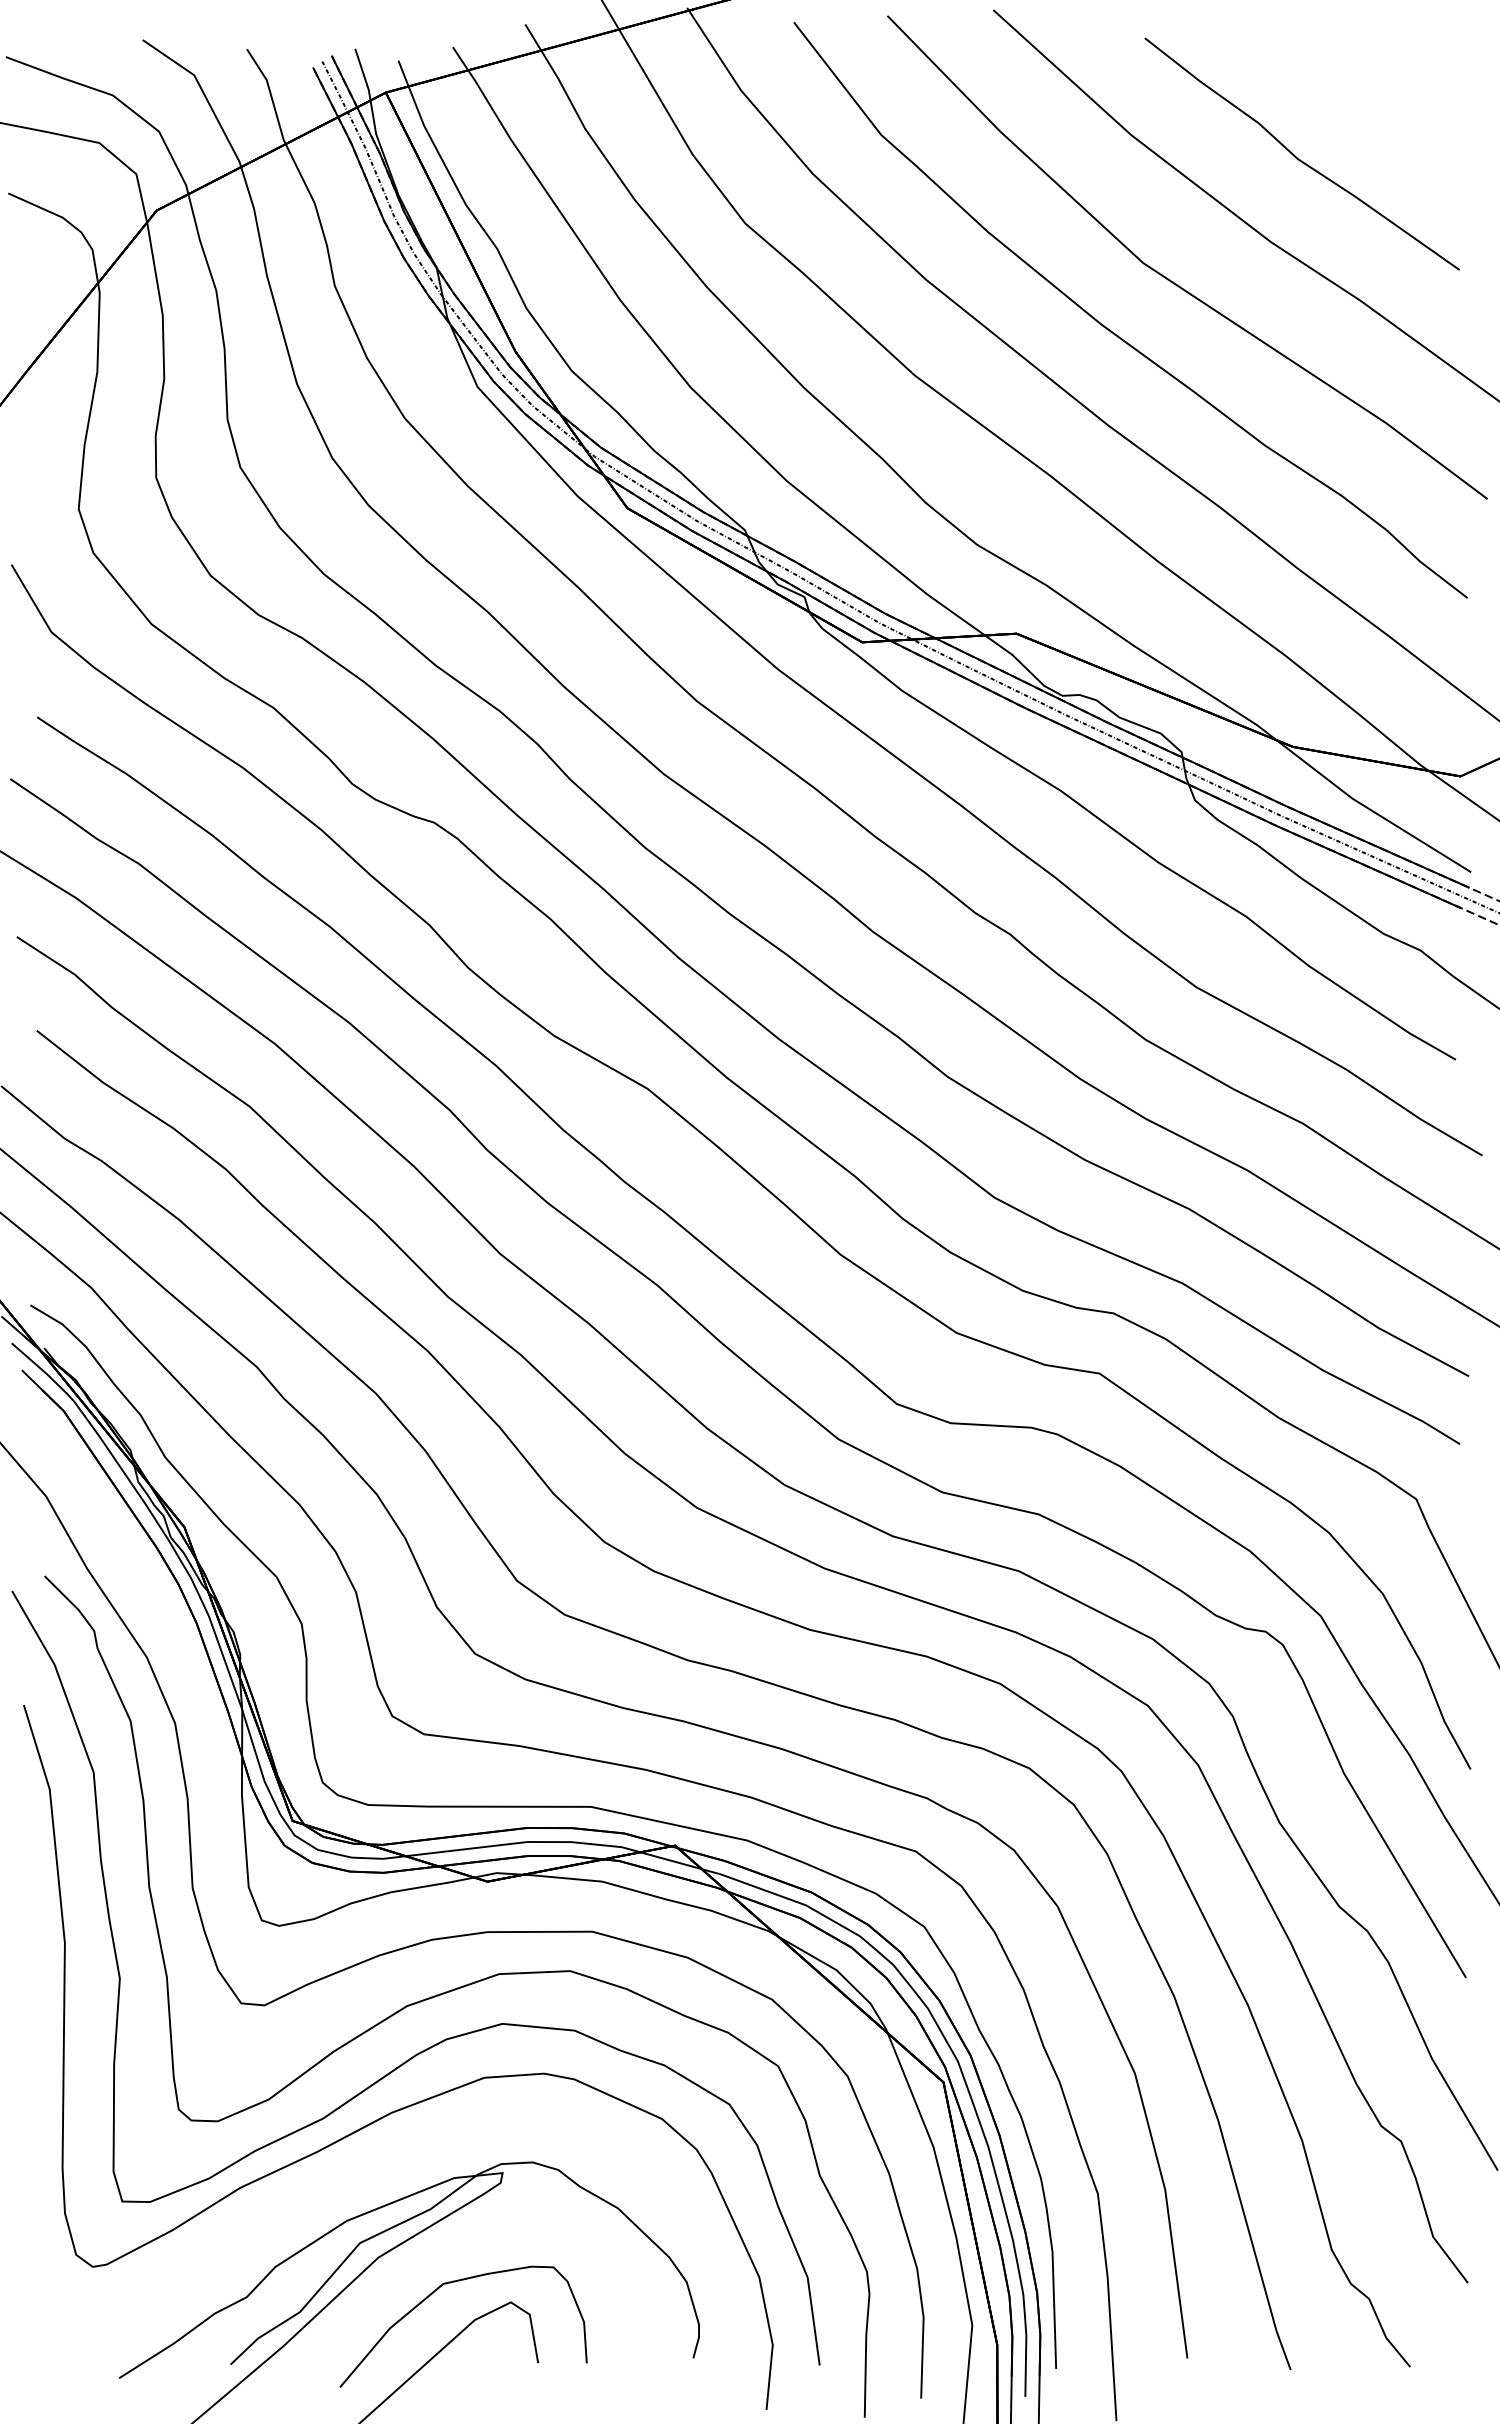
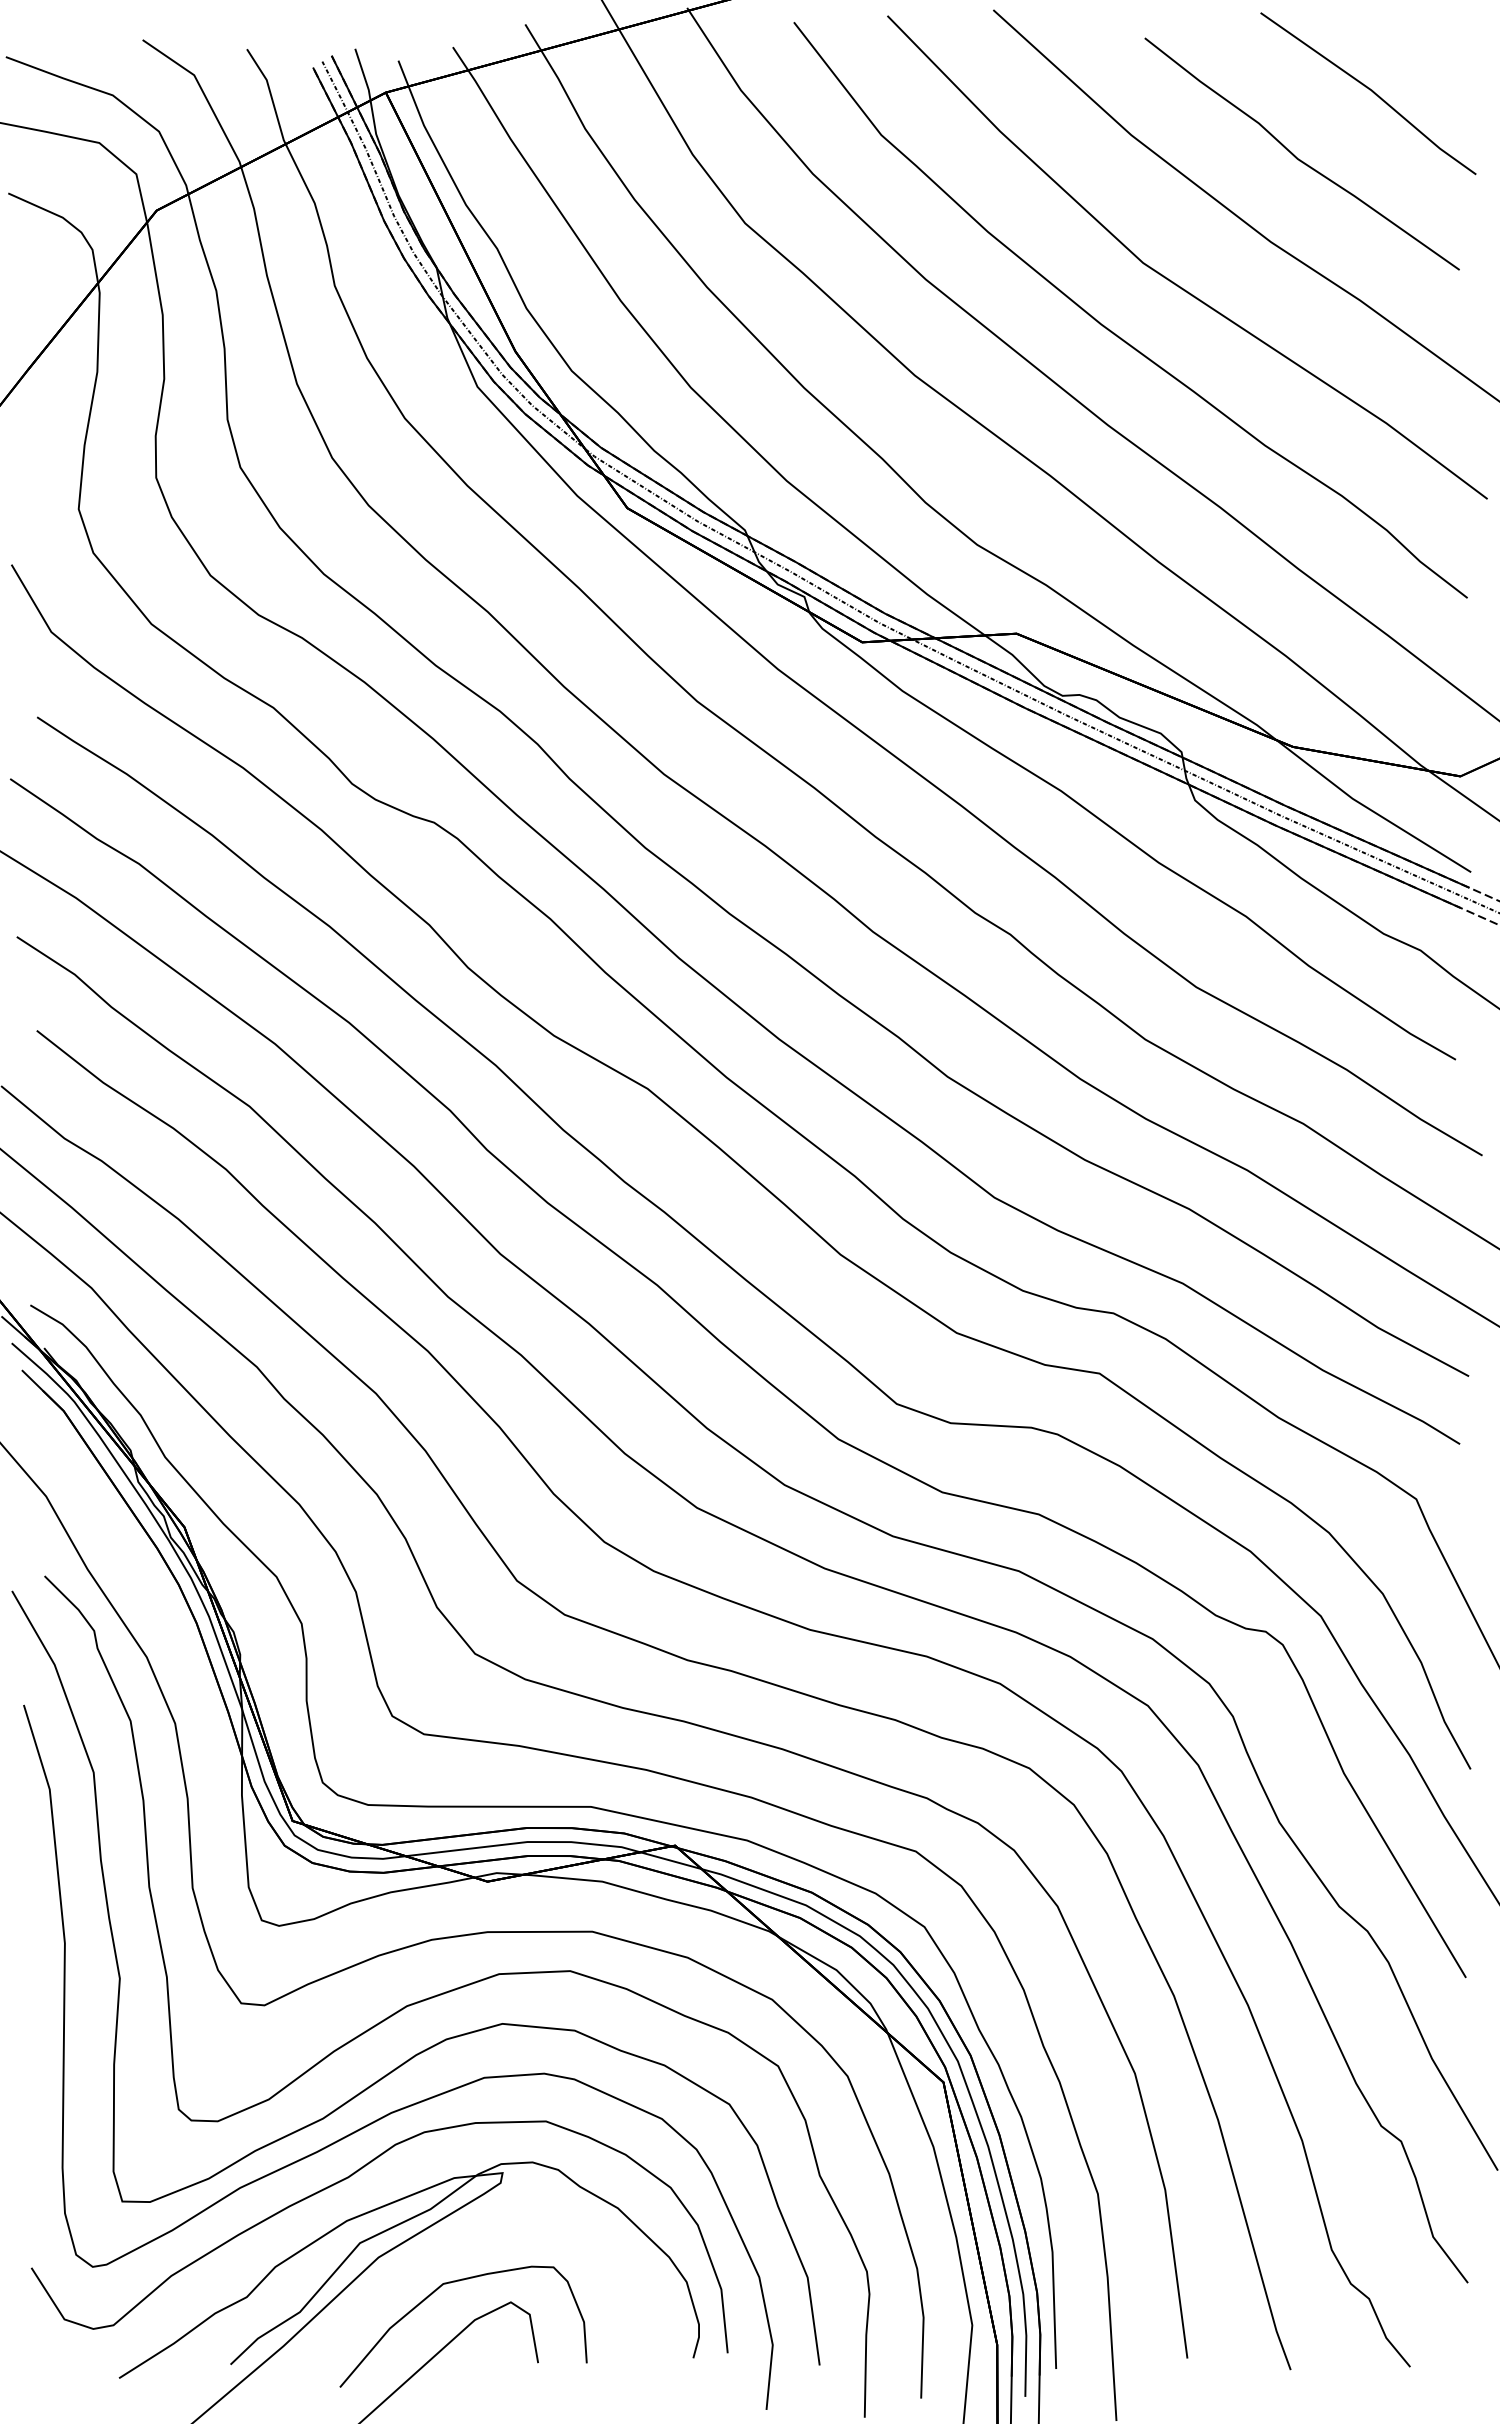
part at (1368, 93): none -> present
curve at (348, 2178): none -> present
